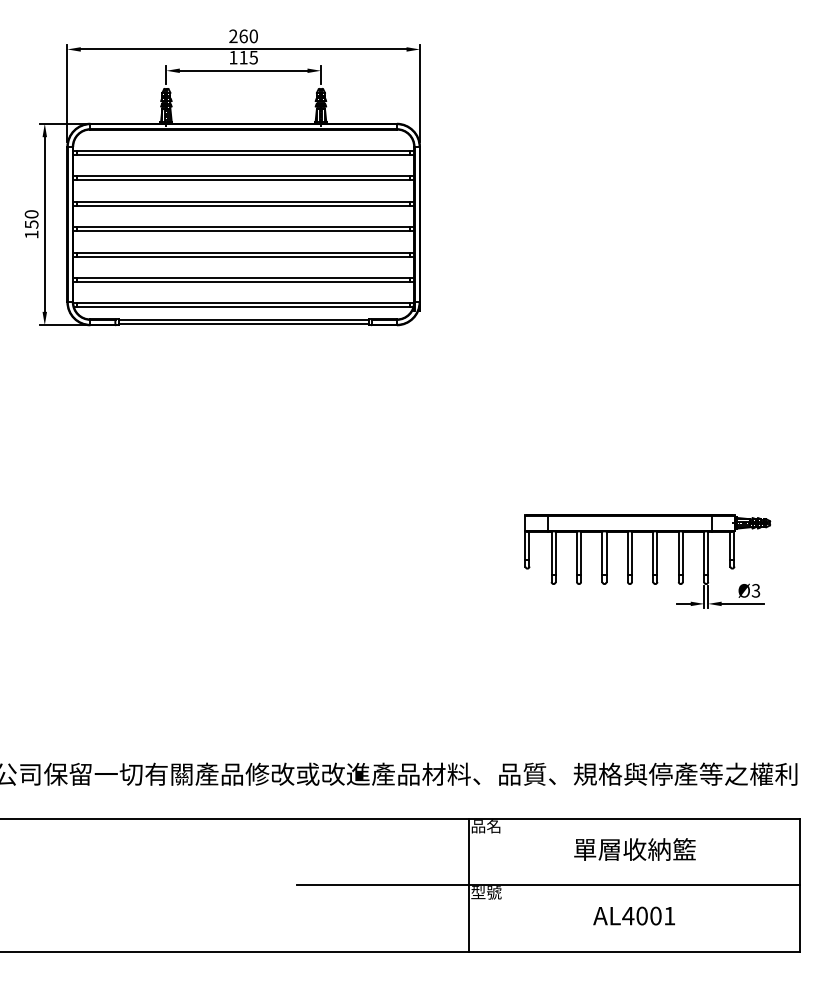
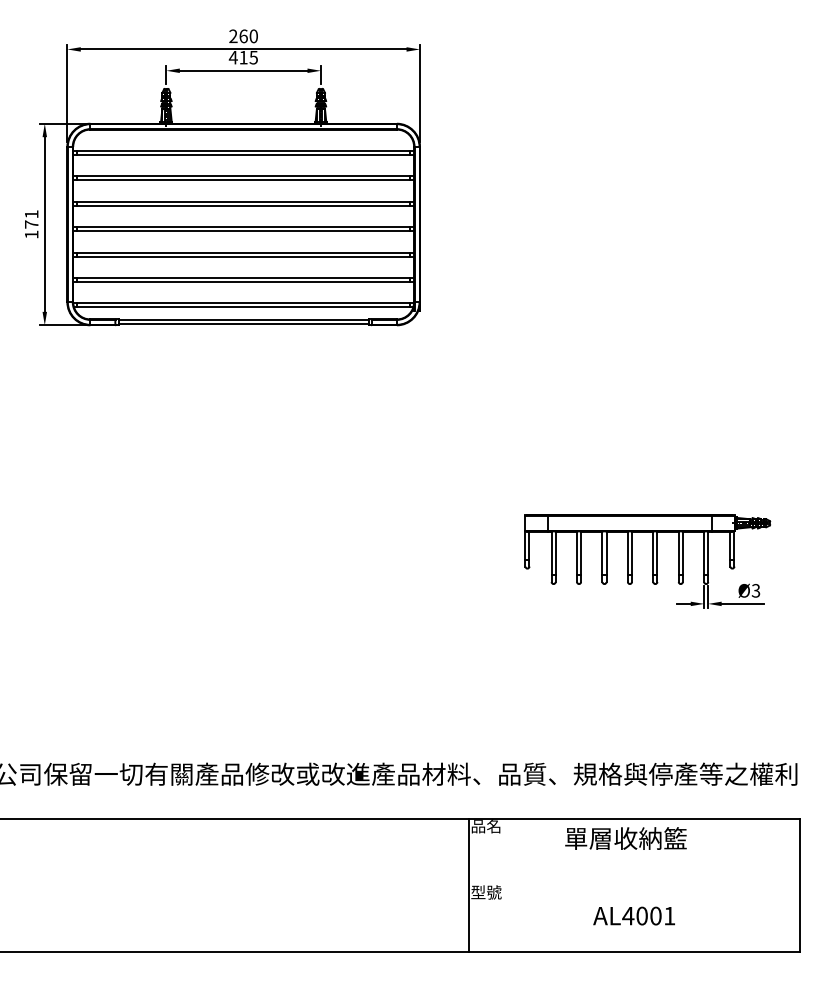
text at (232, 57): 115 -> 415
text at (31, 219): 150 -> 171
text at (634, 849) position: (634, 849) -> (625, 838)
line at (548, 885): present -> none
